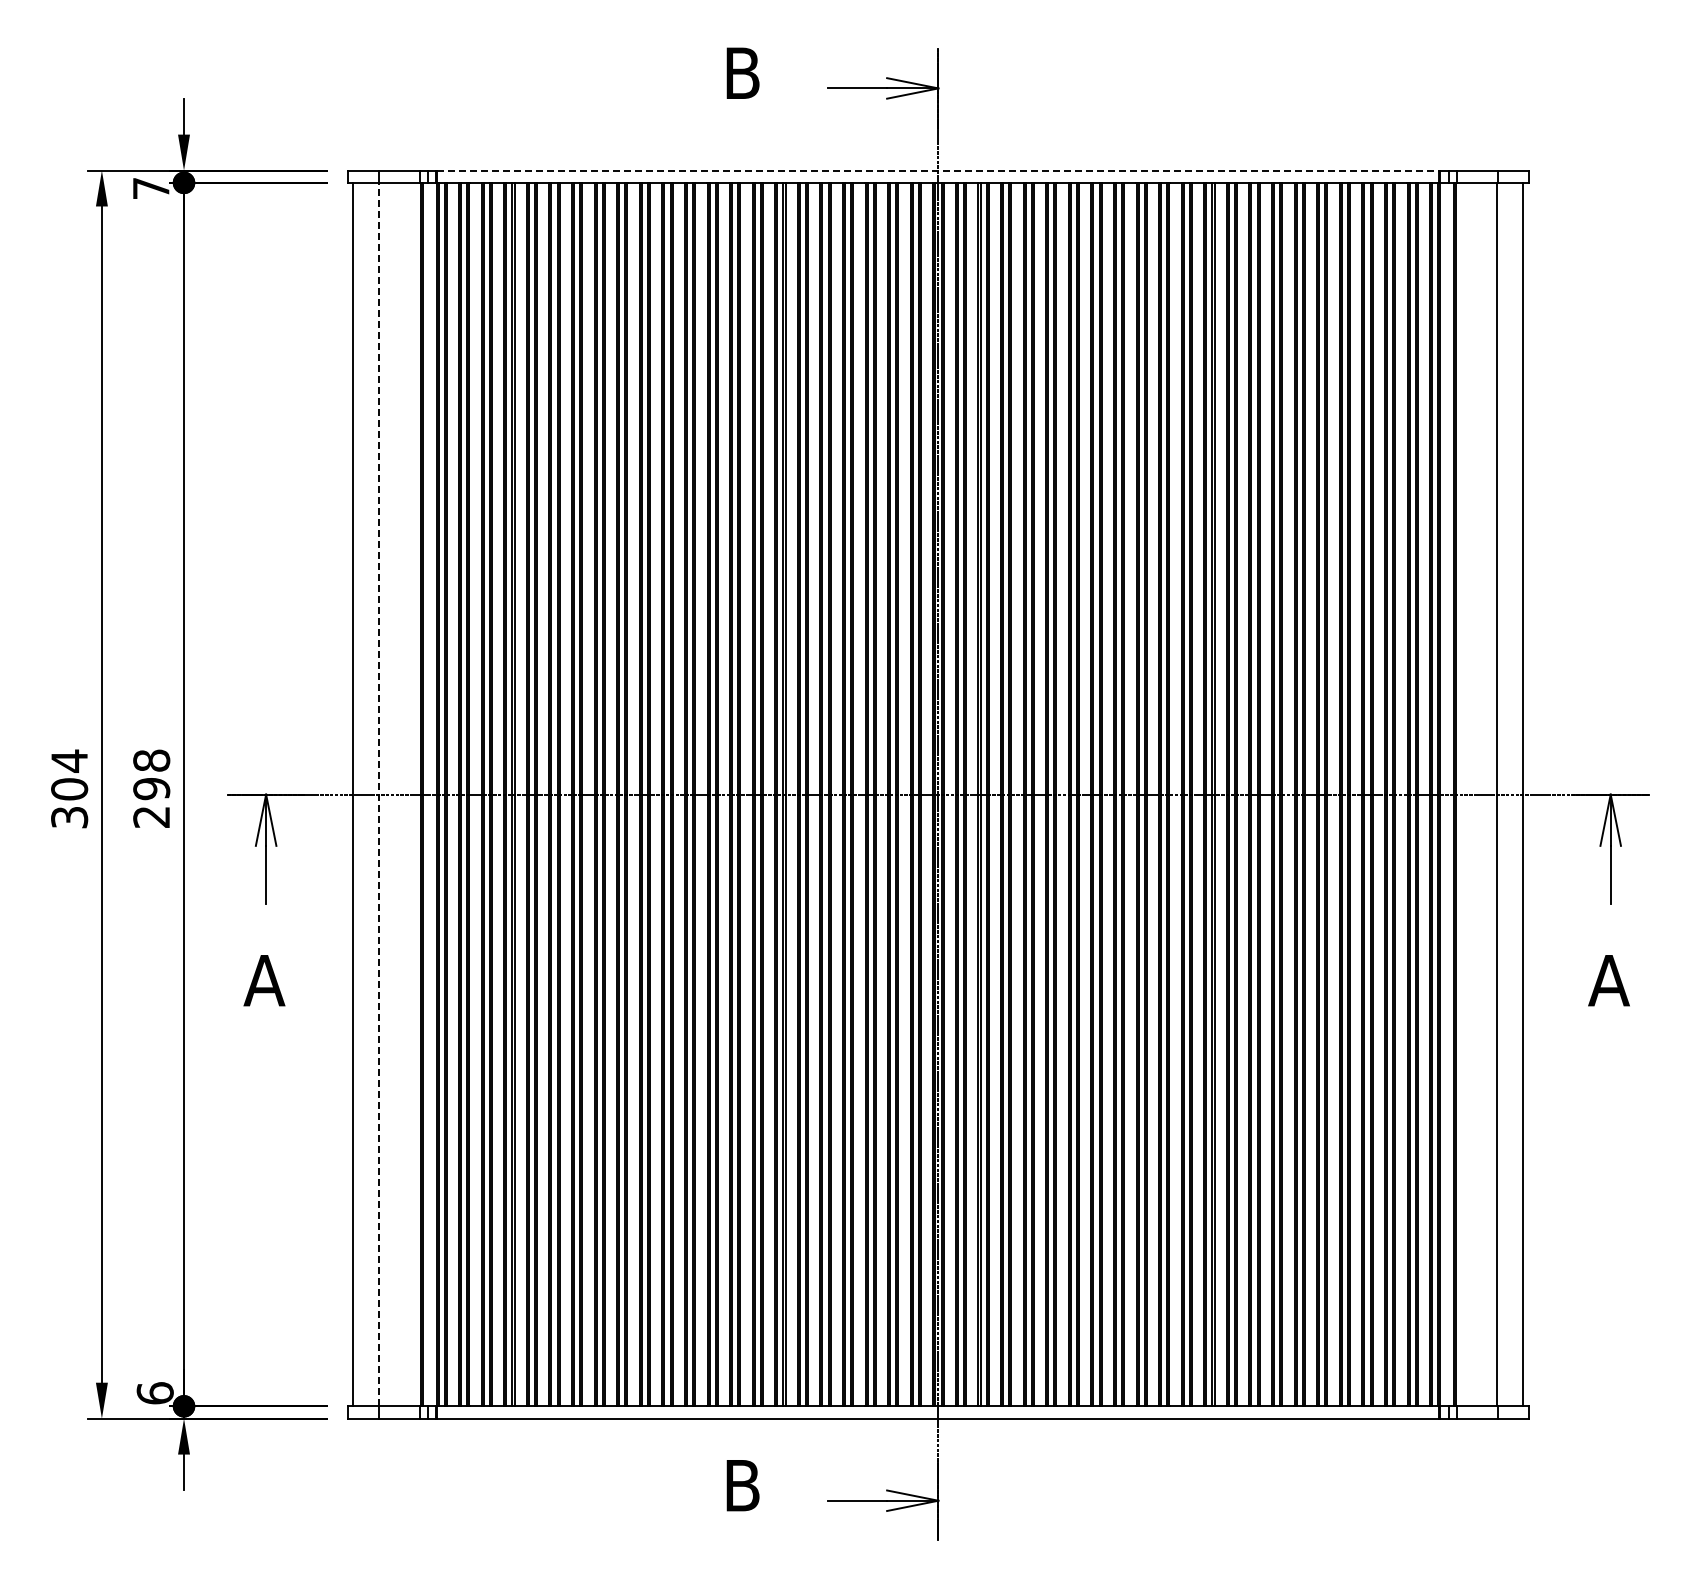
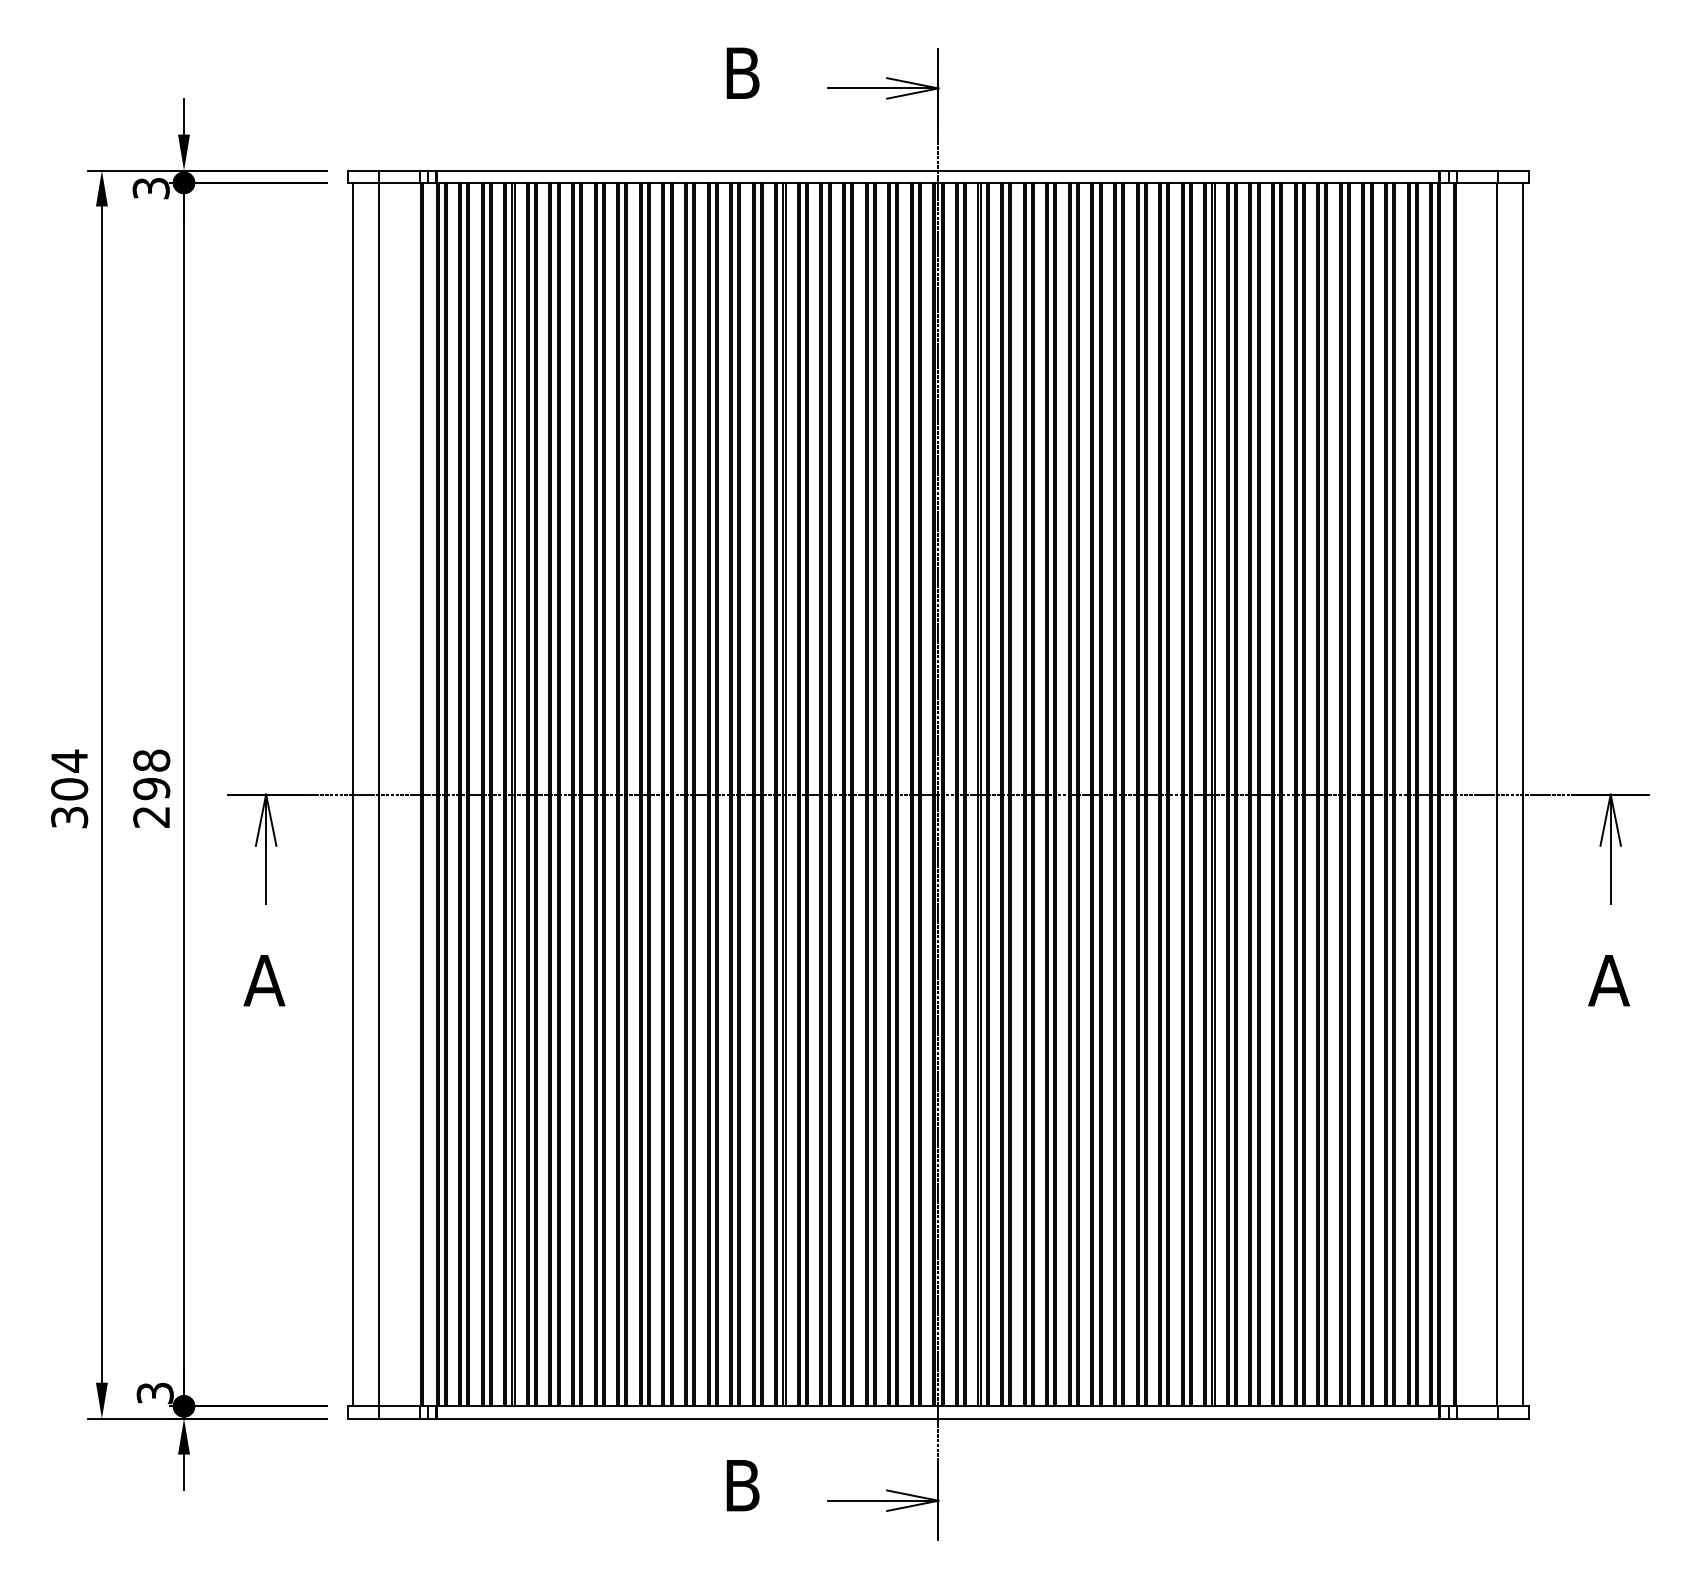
line at (938, 170): dashed -> solid
text at (150, 188): 7 -> 3
line at (379, 794): dashed -> solid
text at (154, 1393): 6 -> 3
